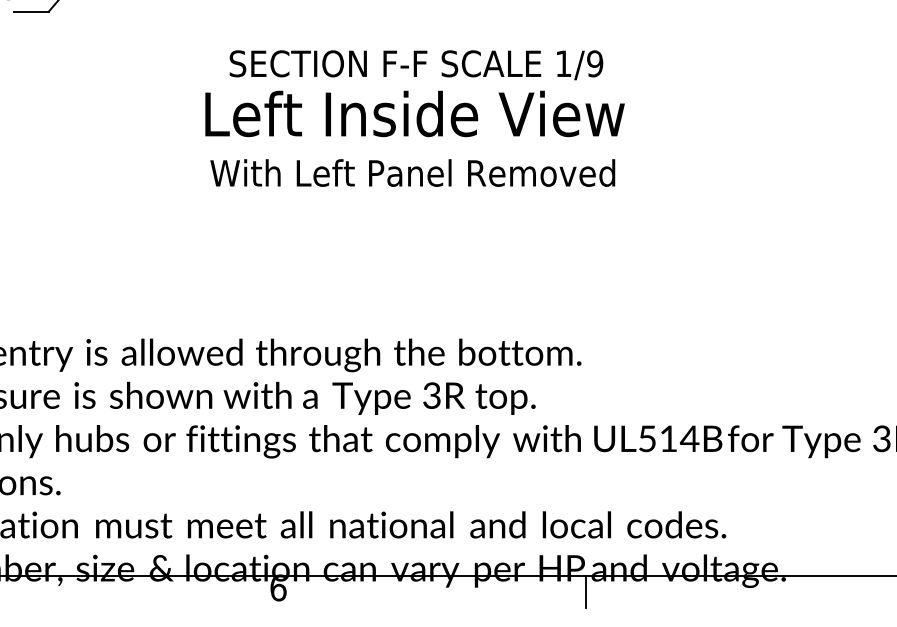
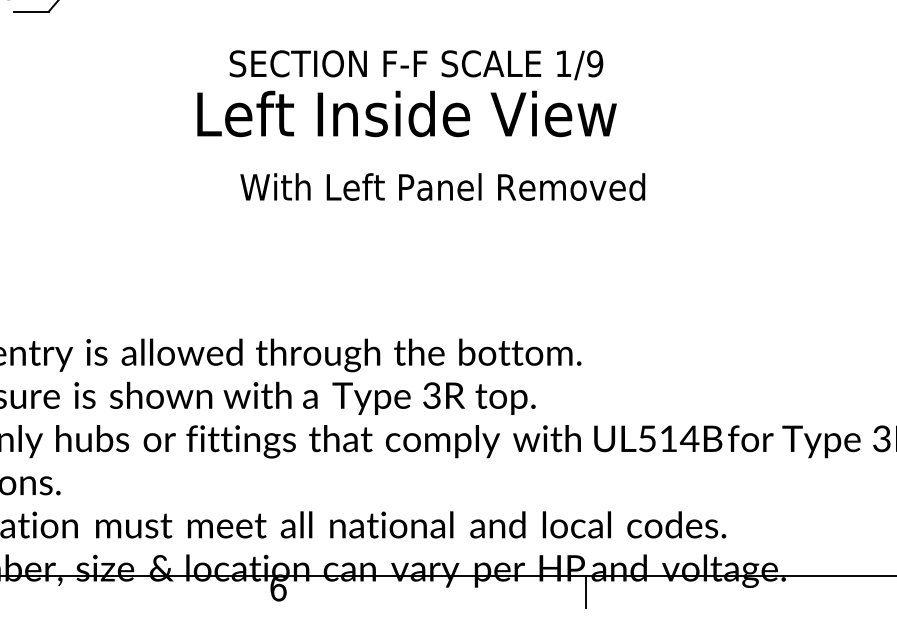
text at (414, 113) position: (414, 113) -> (406, 113)
text at (412, 172) position: (412, 172) -> (442, 186)
